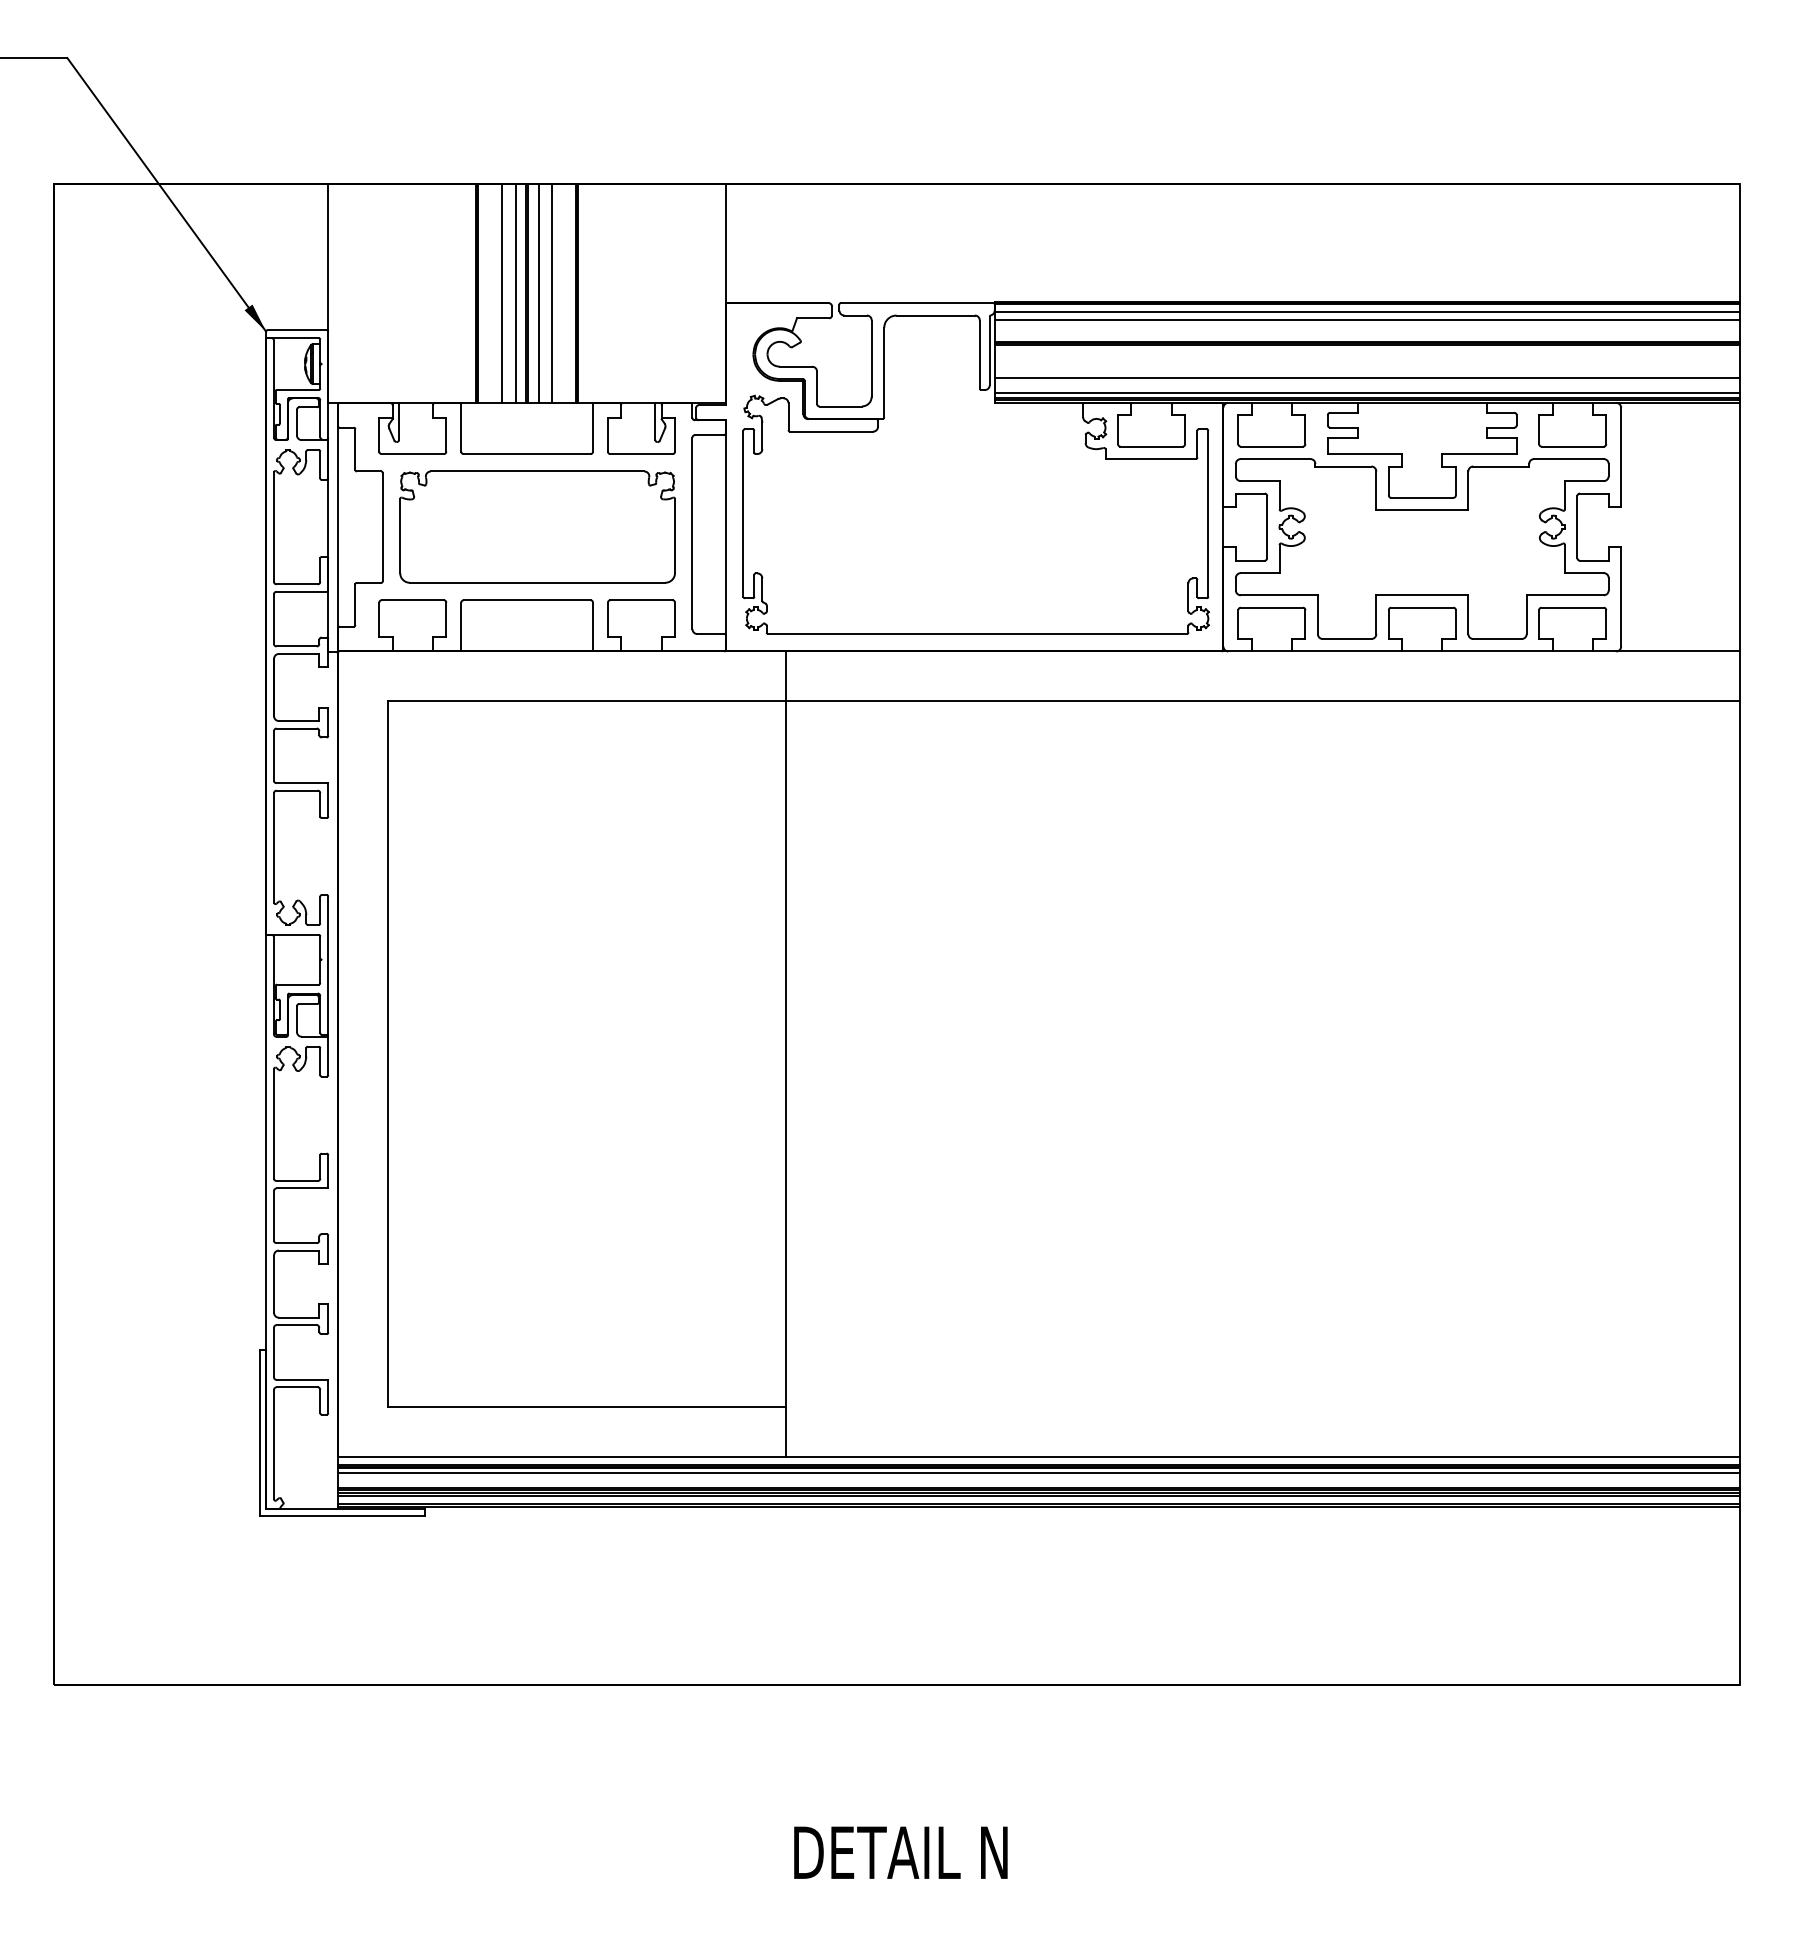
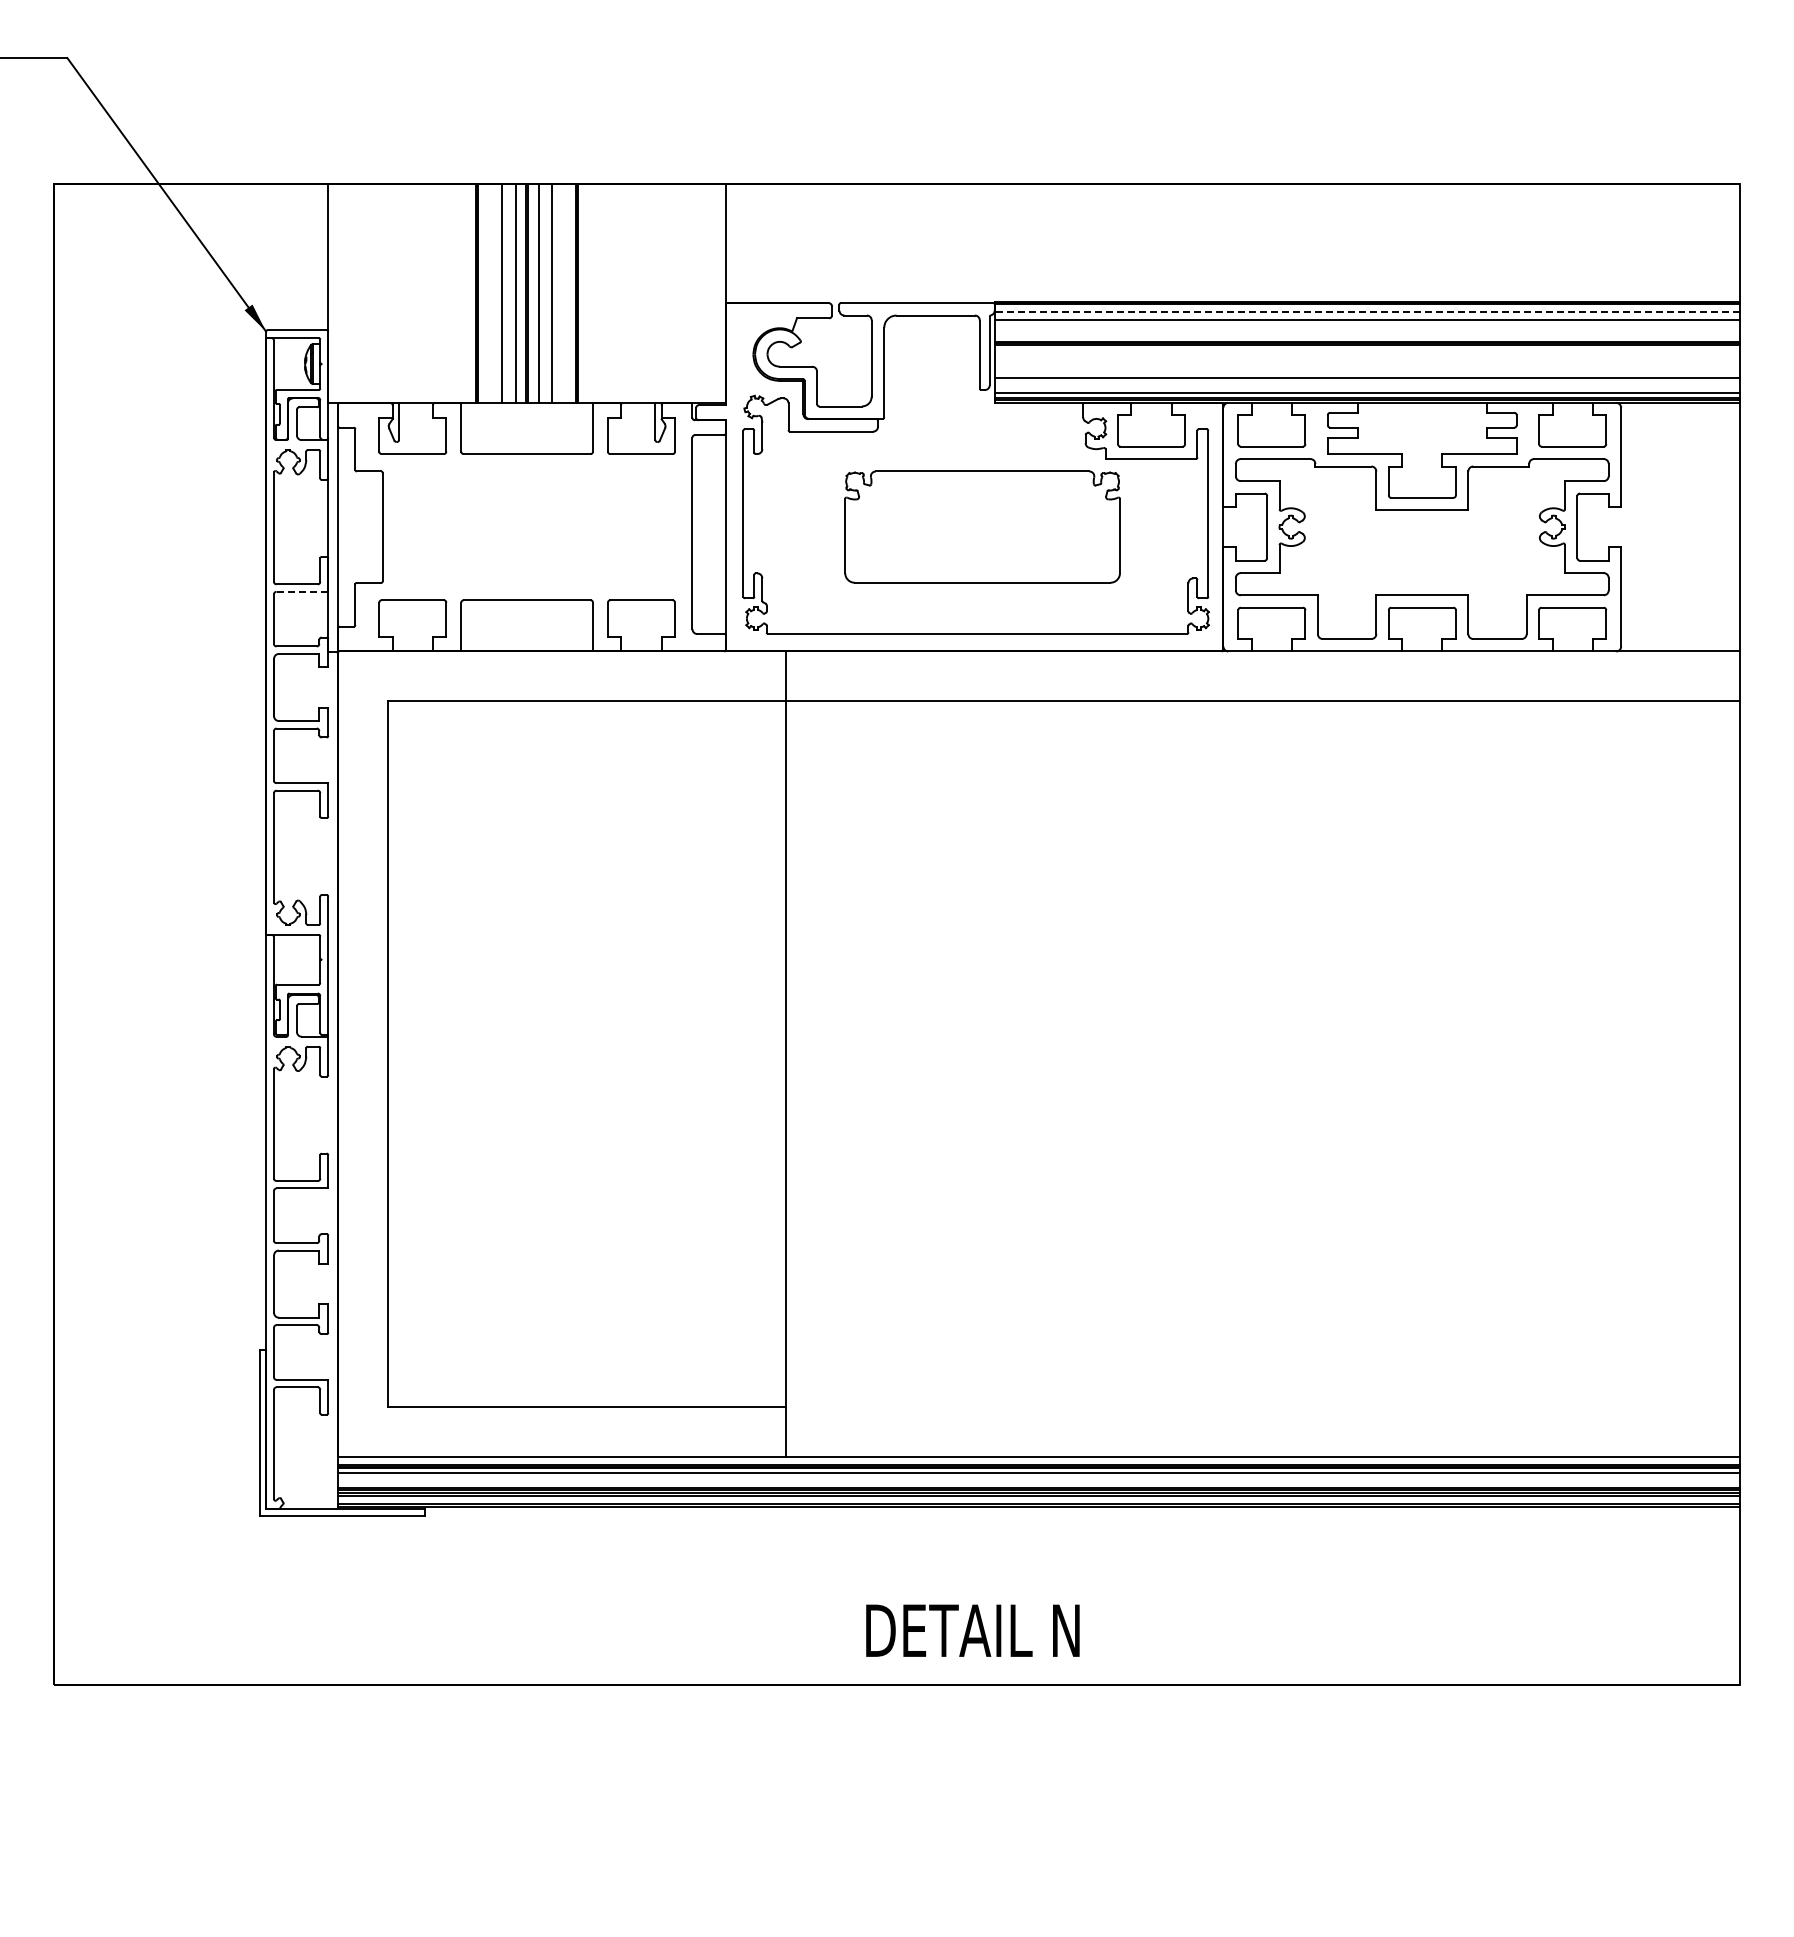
line at (1367, 312): solid -> dashed
part at (537, 526) position: (537, 526) -> (982, 526)
line at (302, 591): solid -> dashed
text at (900, 1852) position: (900, 1852) -> (972, 1630)
